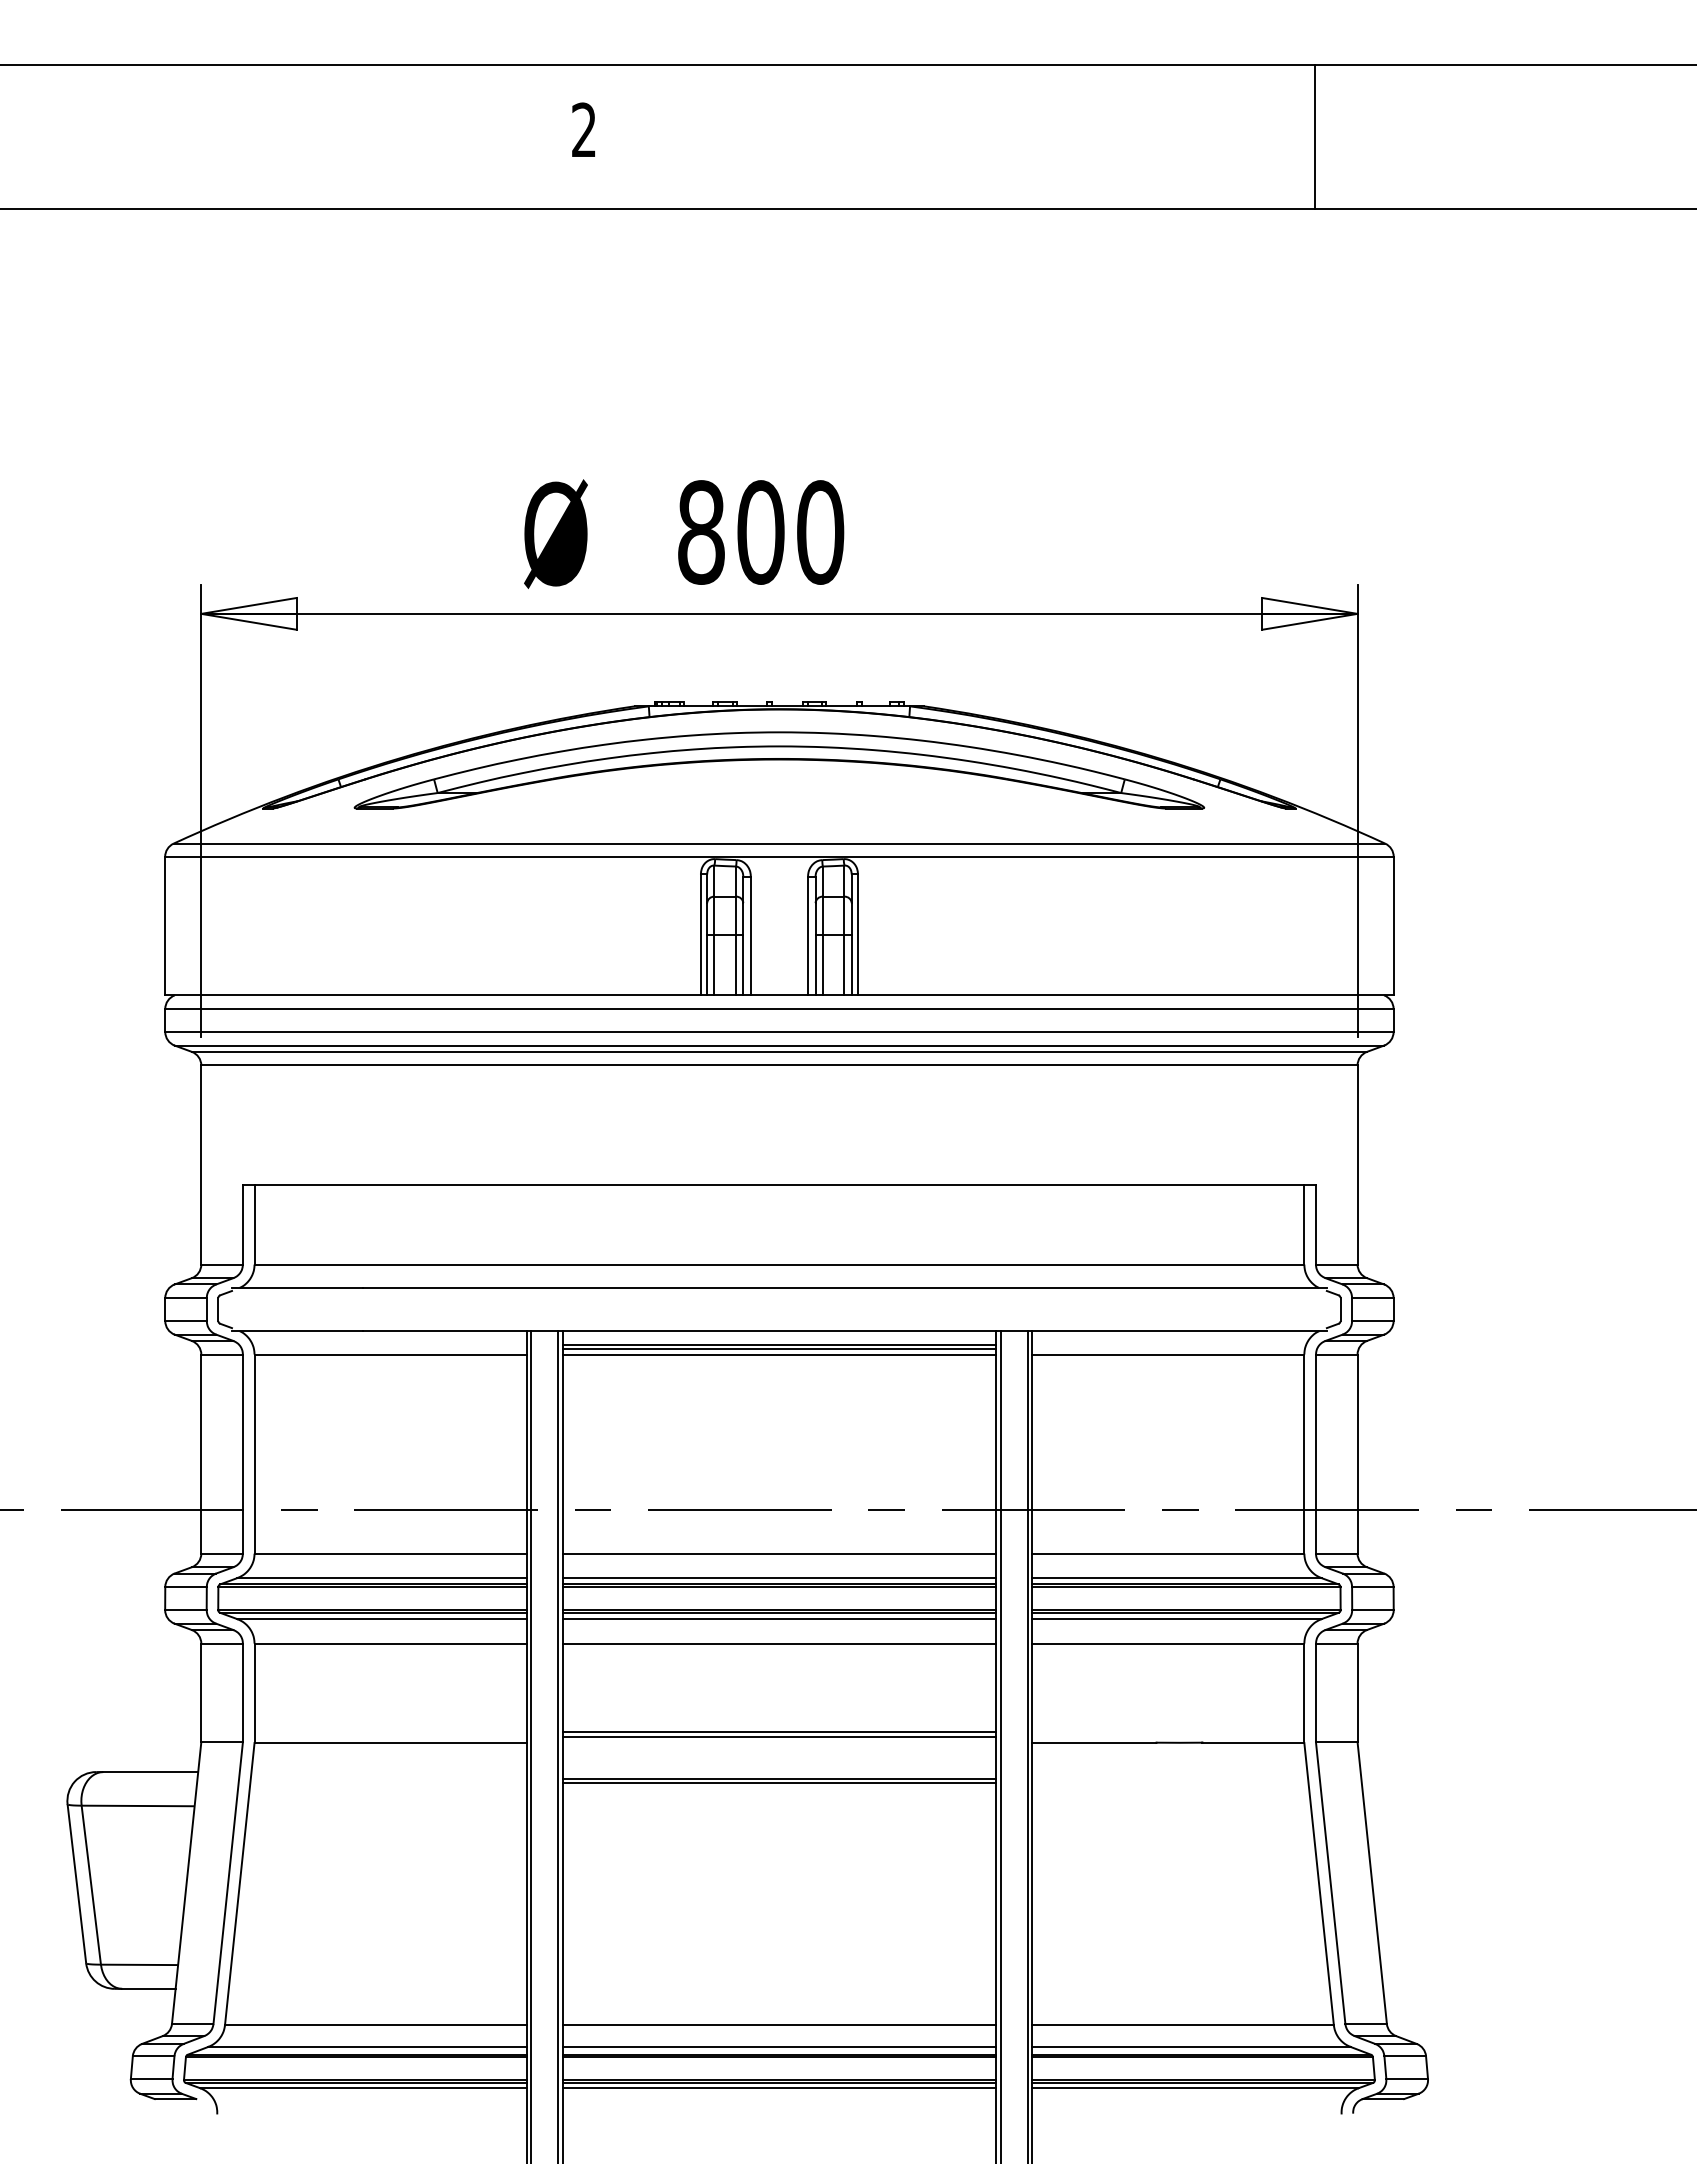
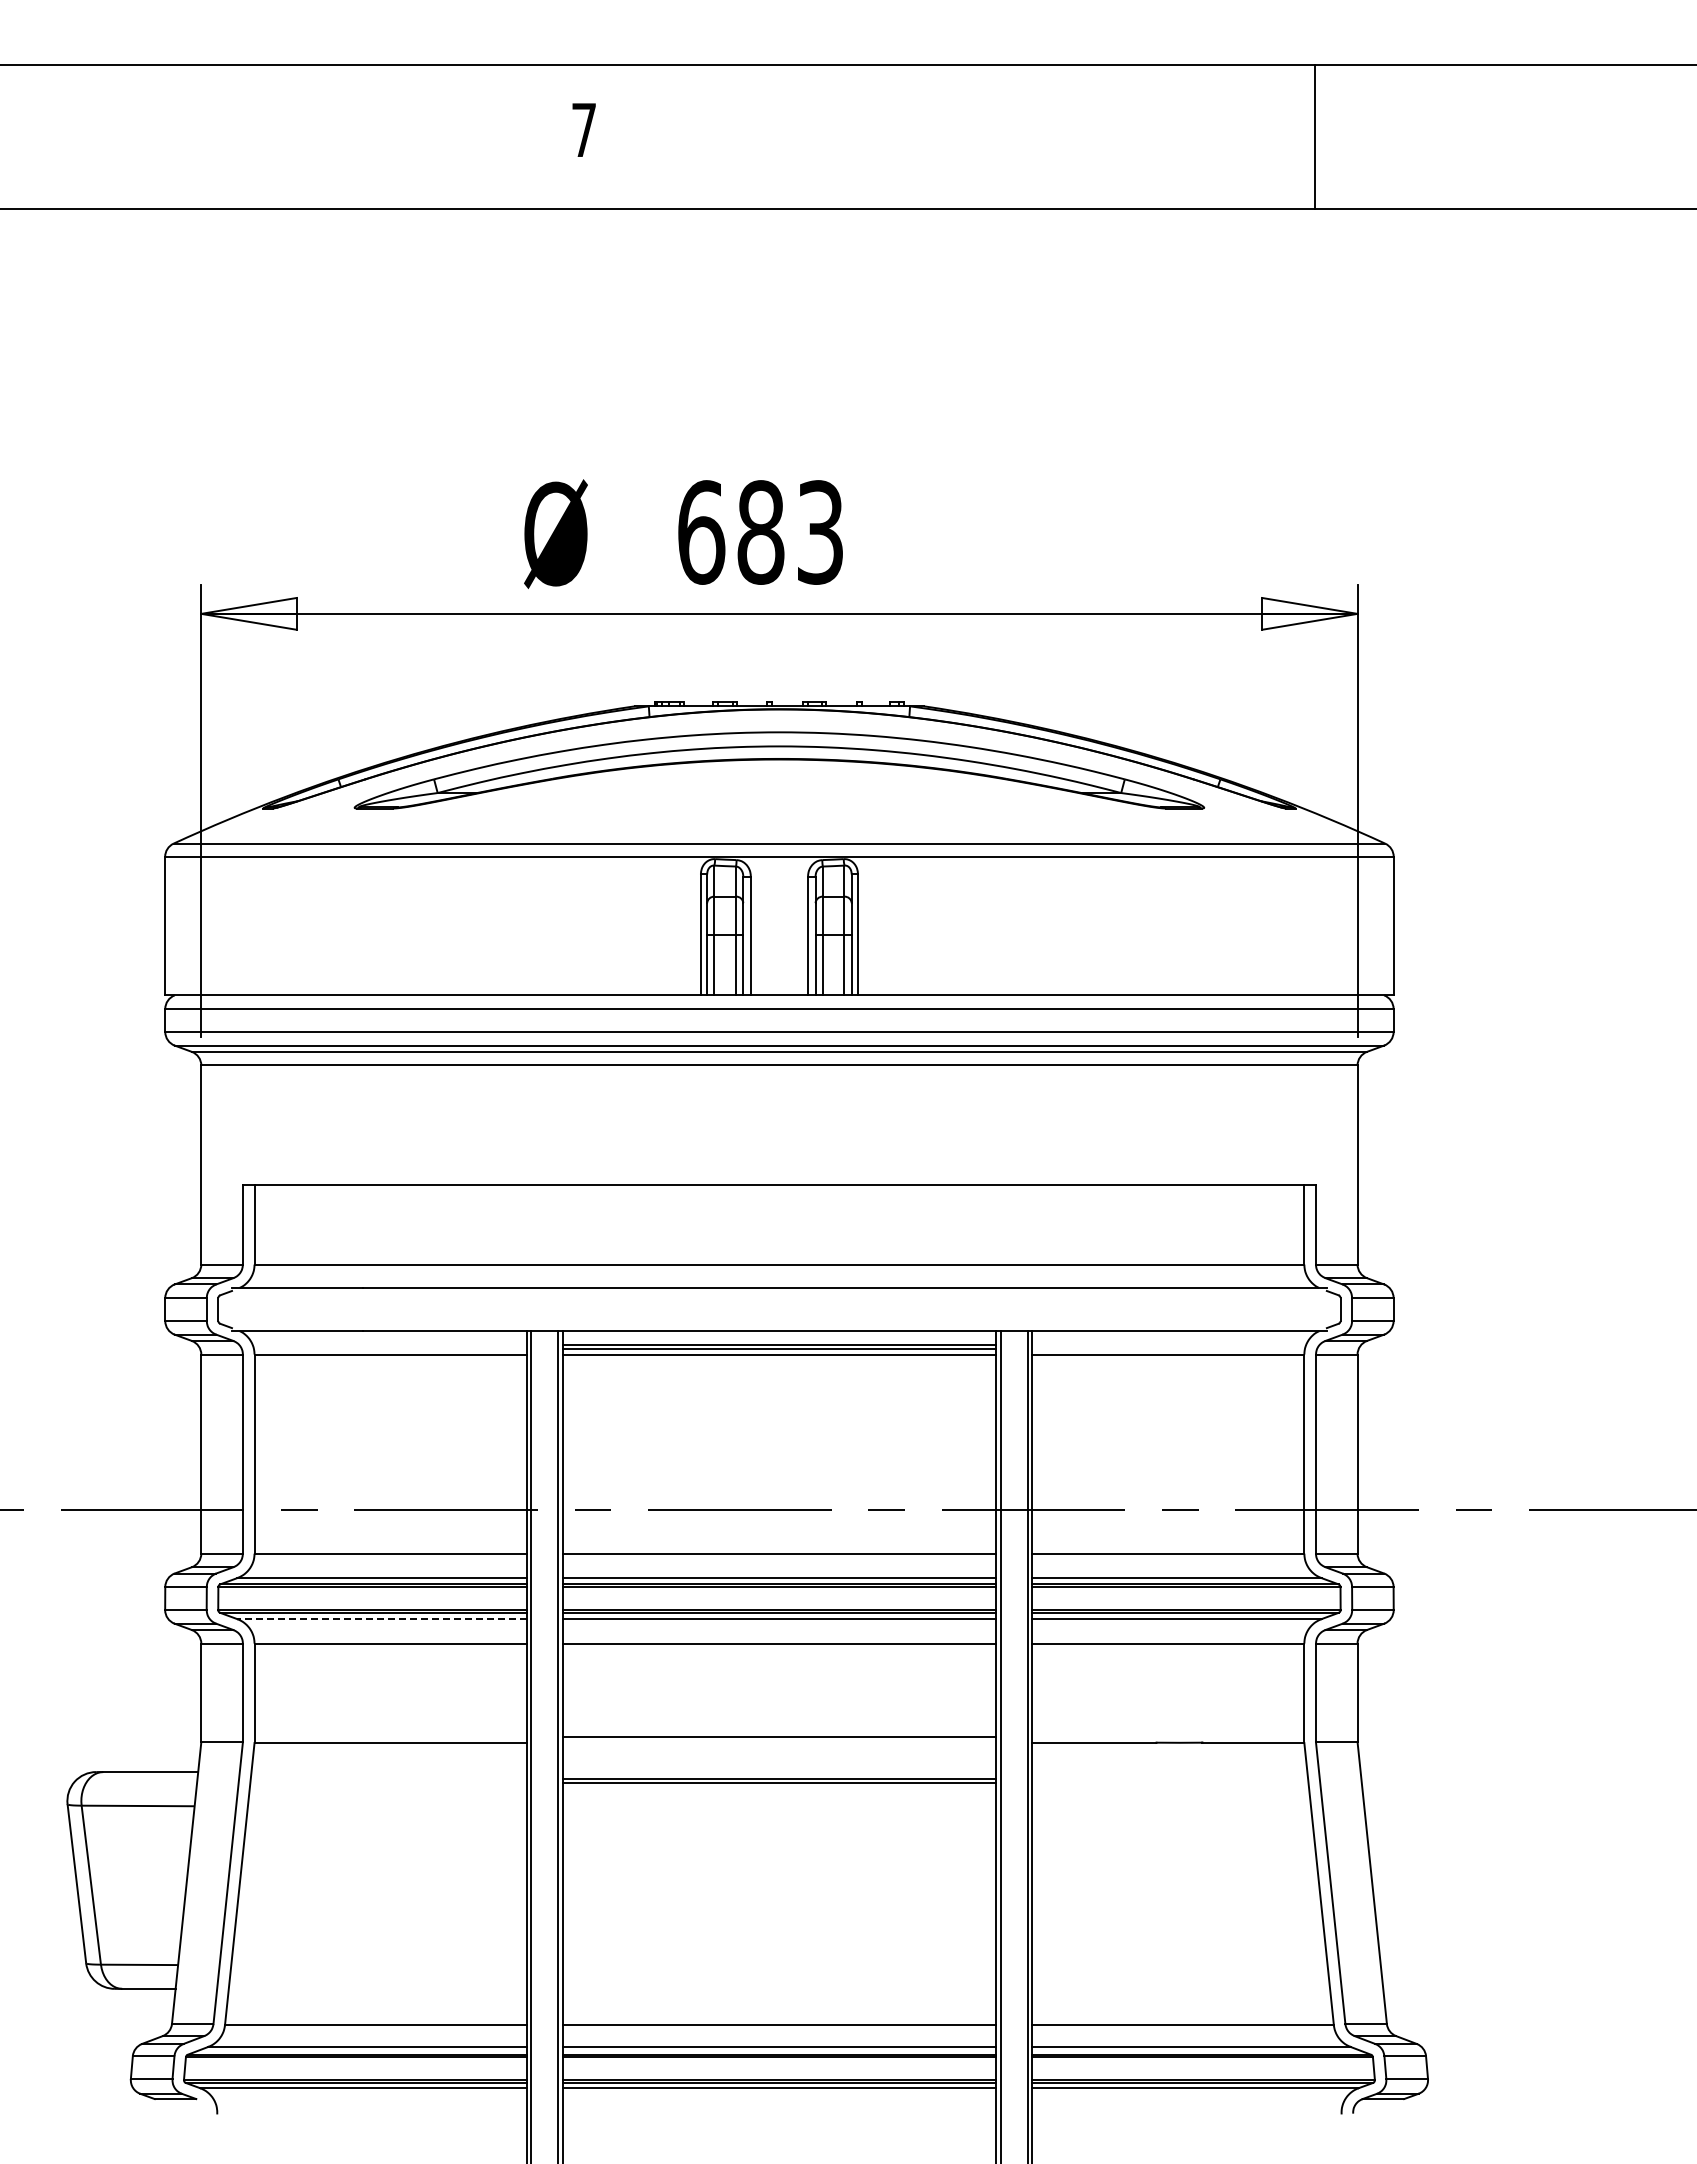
text at (583, 129): 2 -> 7
text at (761, 532): 800 -> 683
line at (381, 1619): solid -> dashed
line at (779, 1732): present -> none
